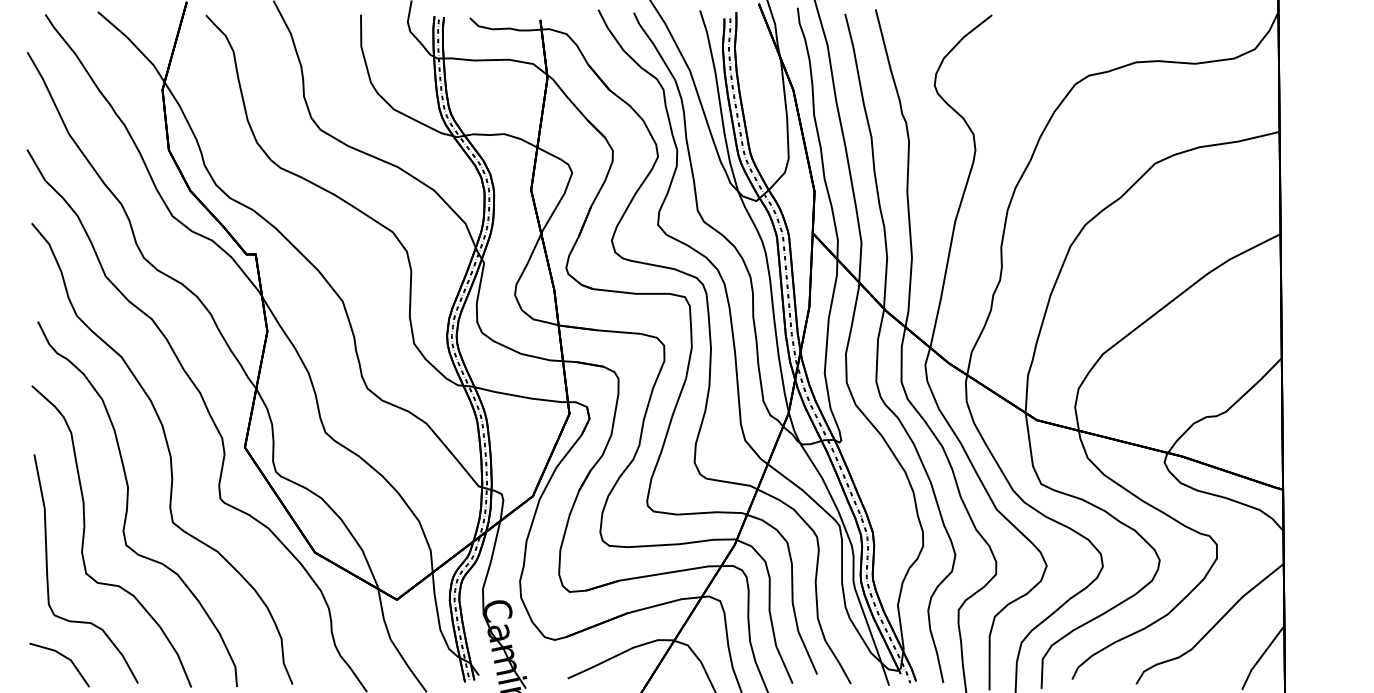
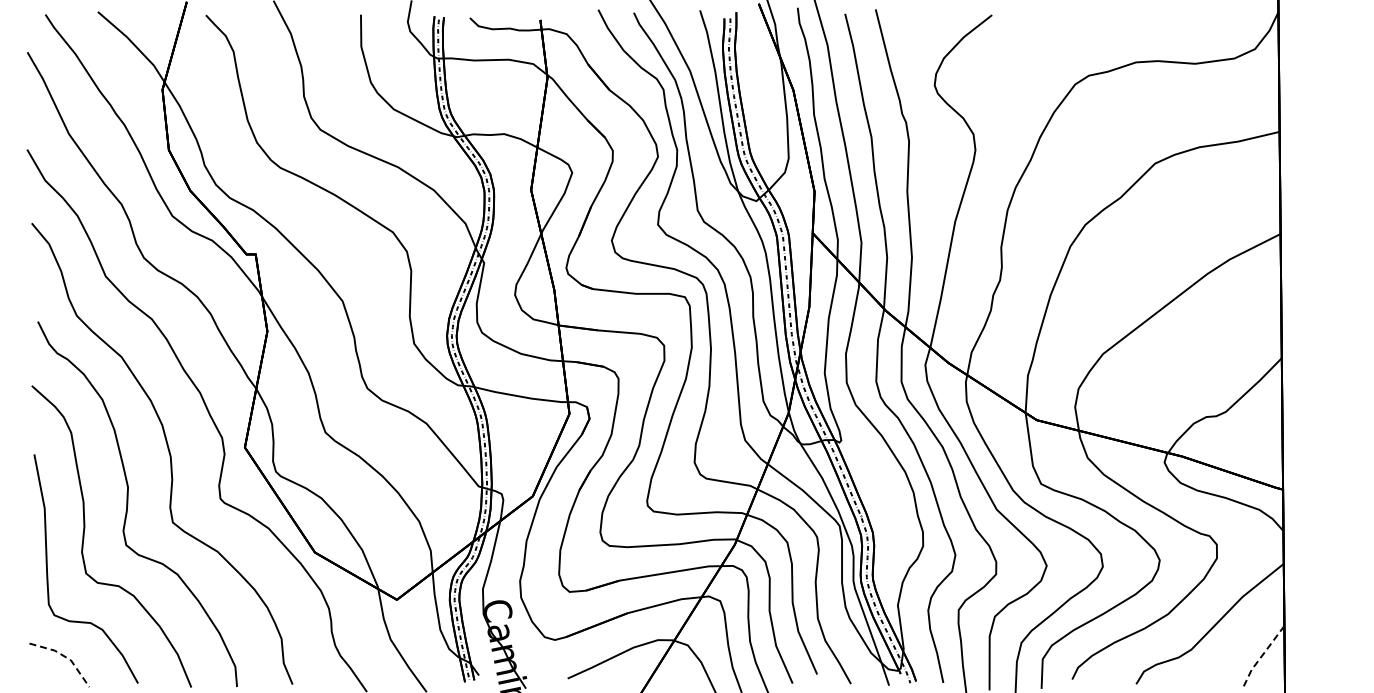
line at (65, 657): solid -> dashed
line at (1260, 657): solid -> dashed
